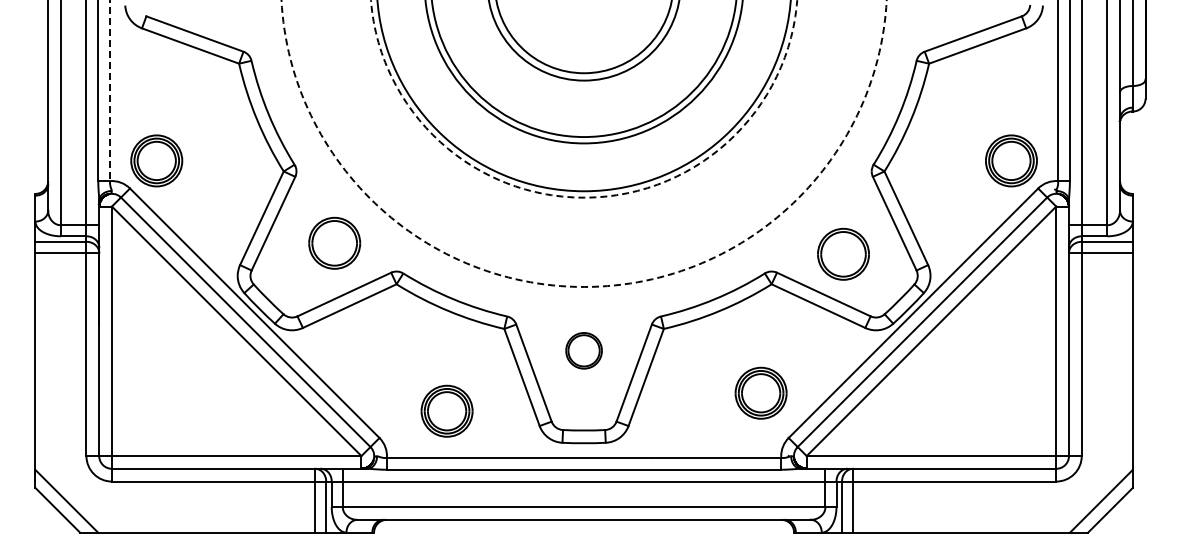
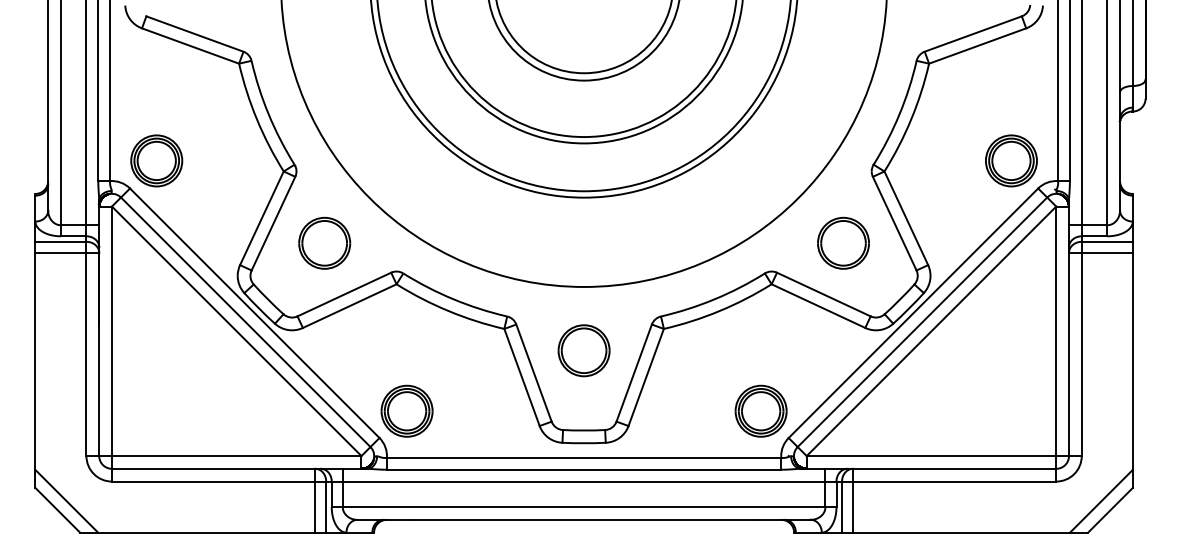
line at (110, 91): dashed -> solid
arc at (584, 197): dashed -> solid
part at (334, 242) position: (334, 242) -> (324, 242)
part at (843, 253) position: (843, 253) -> (843, 242)
arc at (584, 286): dashed -> solid
part at (583, 350) size: 38x38 px -> 54x54 px
part at (760, 392) position: (760, 392) -> (760, 410)
part at (446, 410) position: (446, 410) -> (406, 410)
